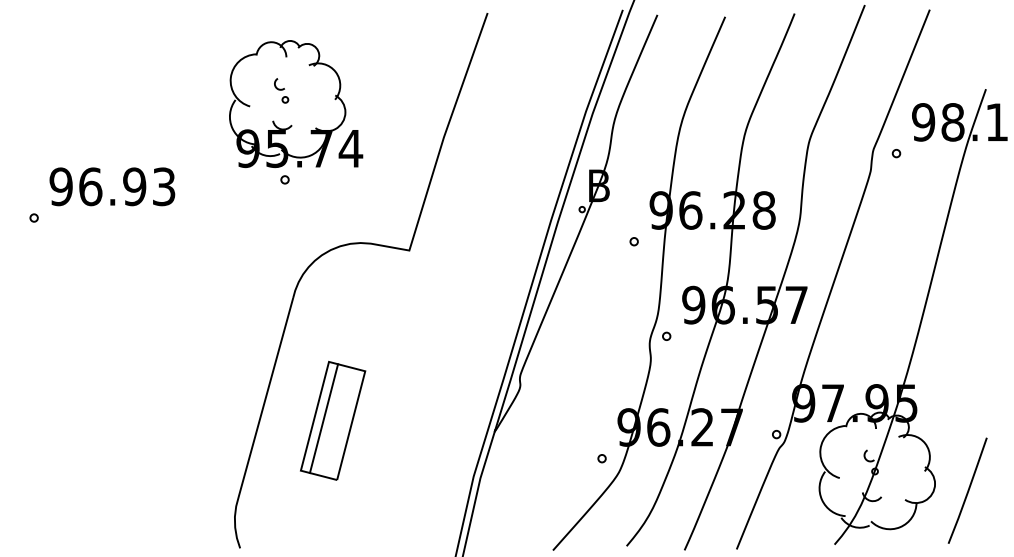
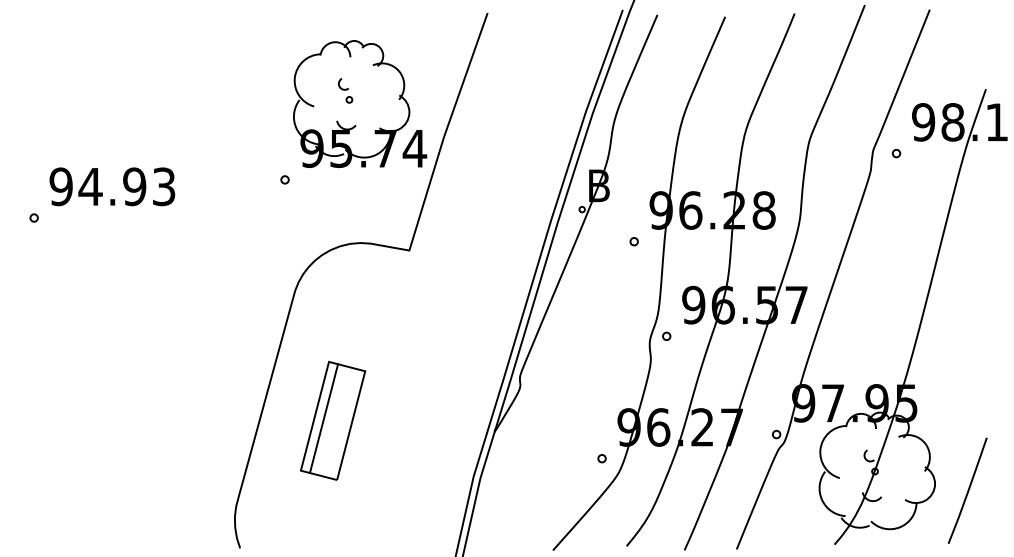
part at (289, 100) position: (289, 100) -> (353, 100)
text at (90, 186): 96.93 -> 94.93
